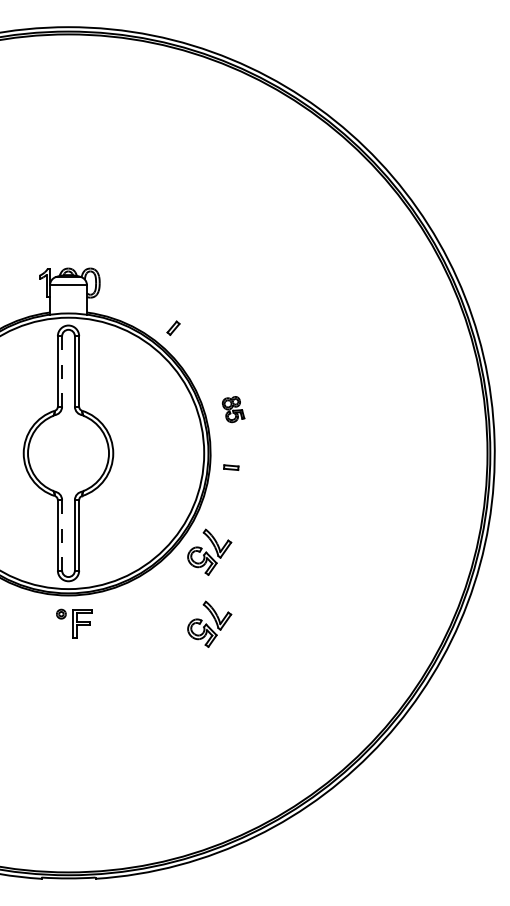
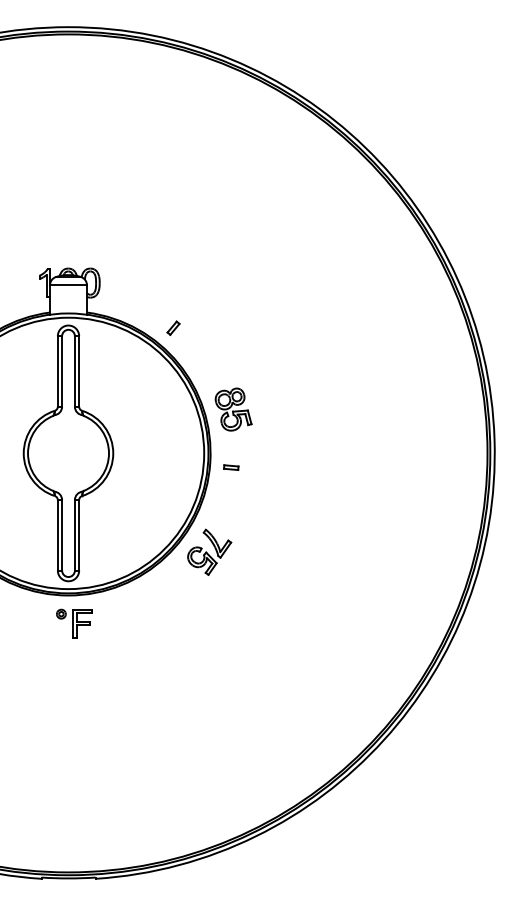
line at (62, 371): dashed -> solid
part at (233, 409) size: 25x28 px -> 39x45 px
line at (62, 535): dashed -> solid
part at (209, 623): present -> none
